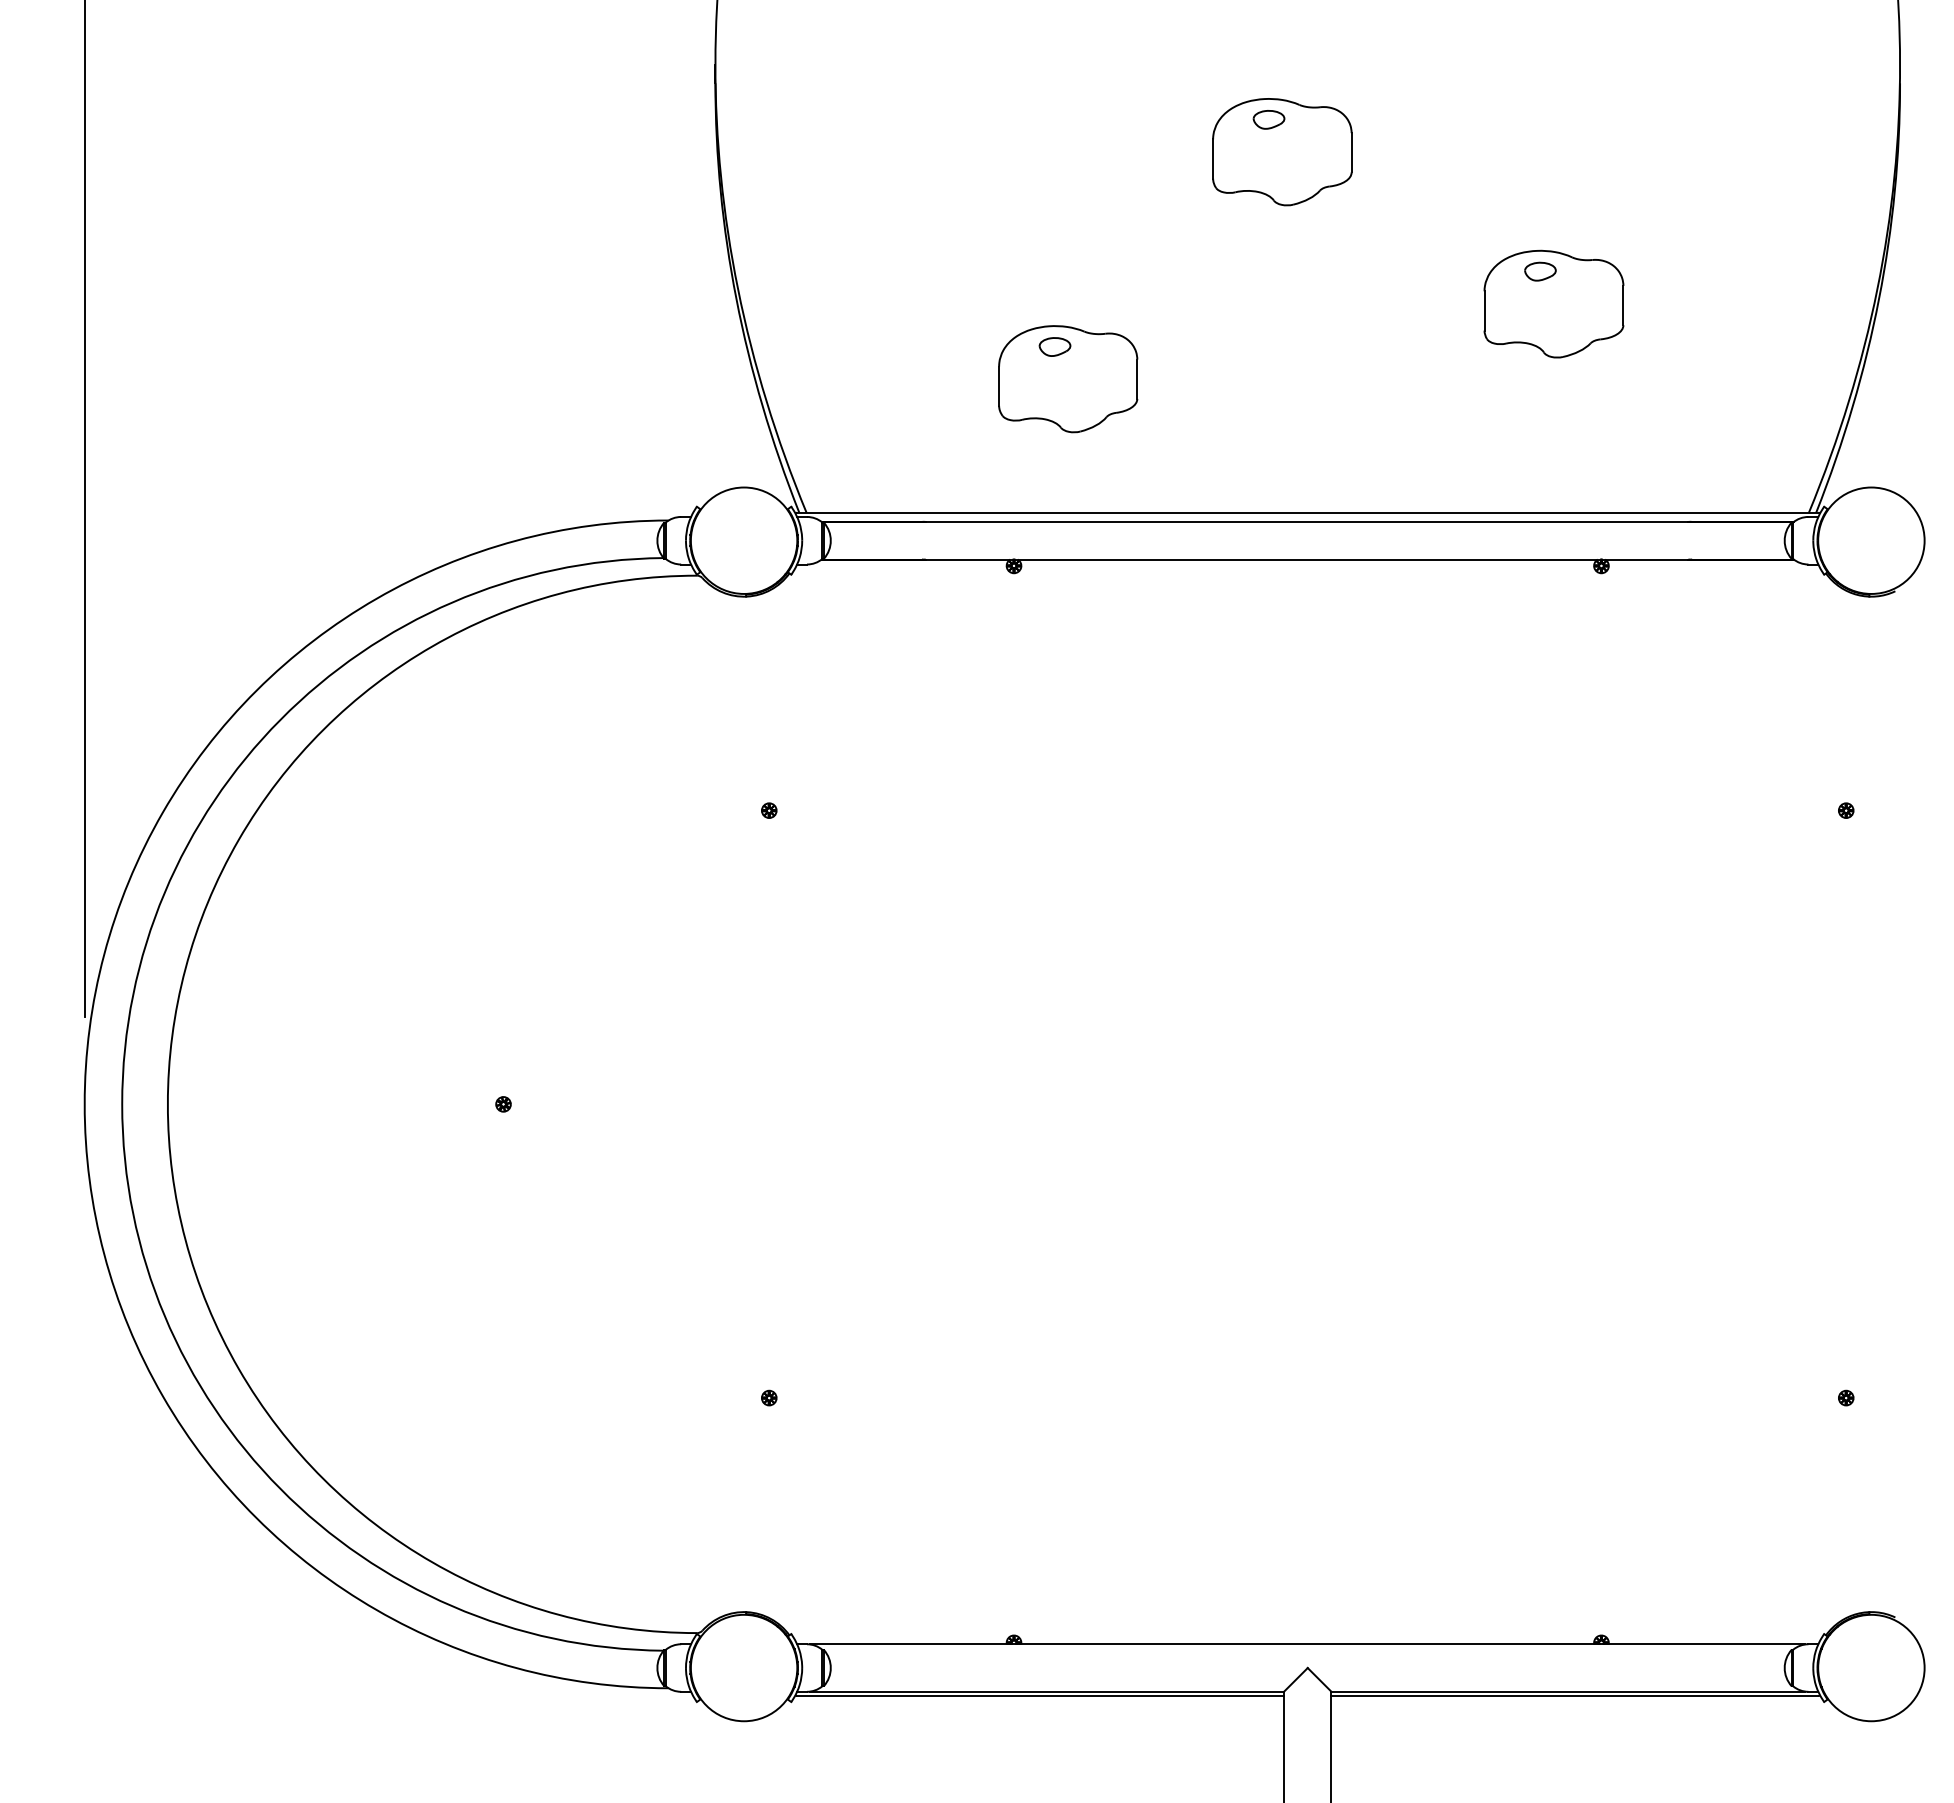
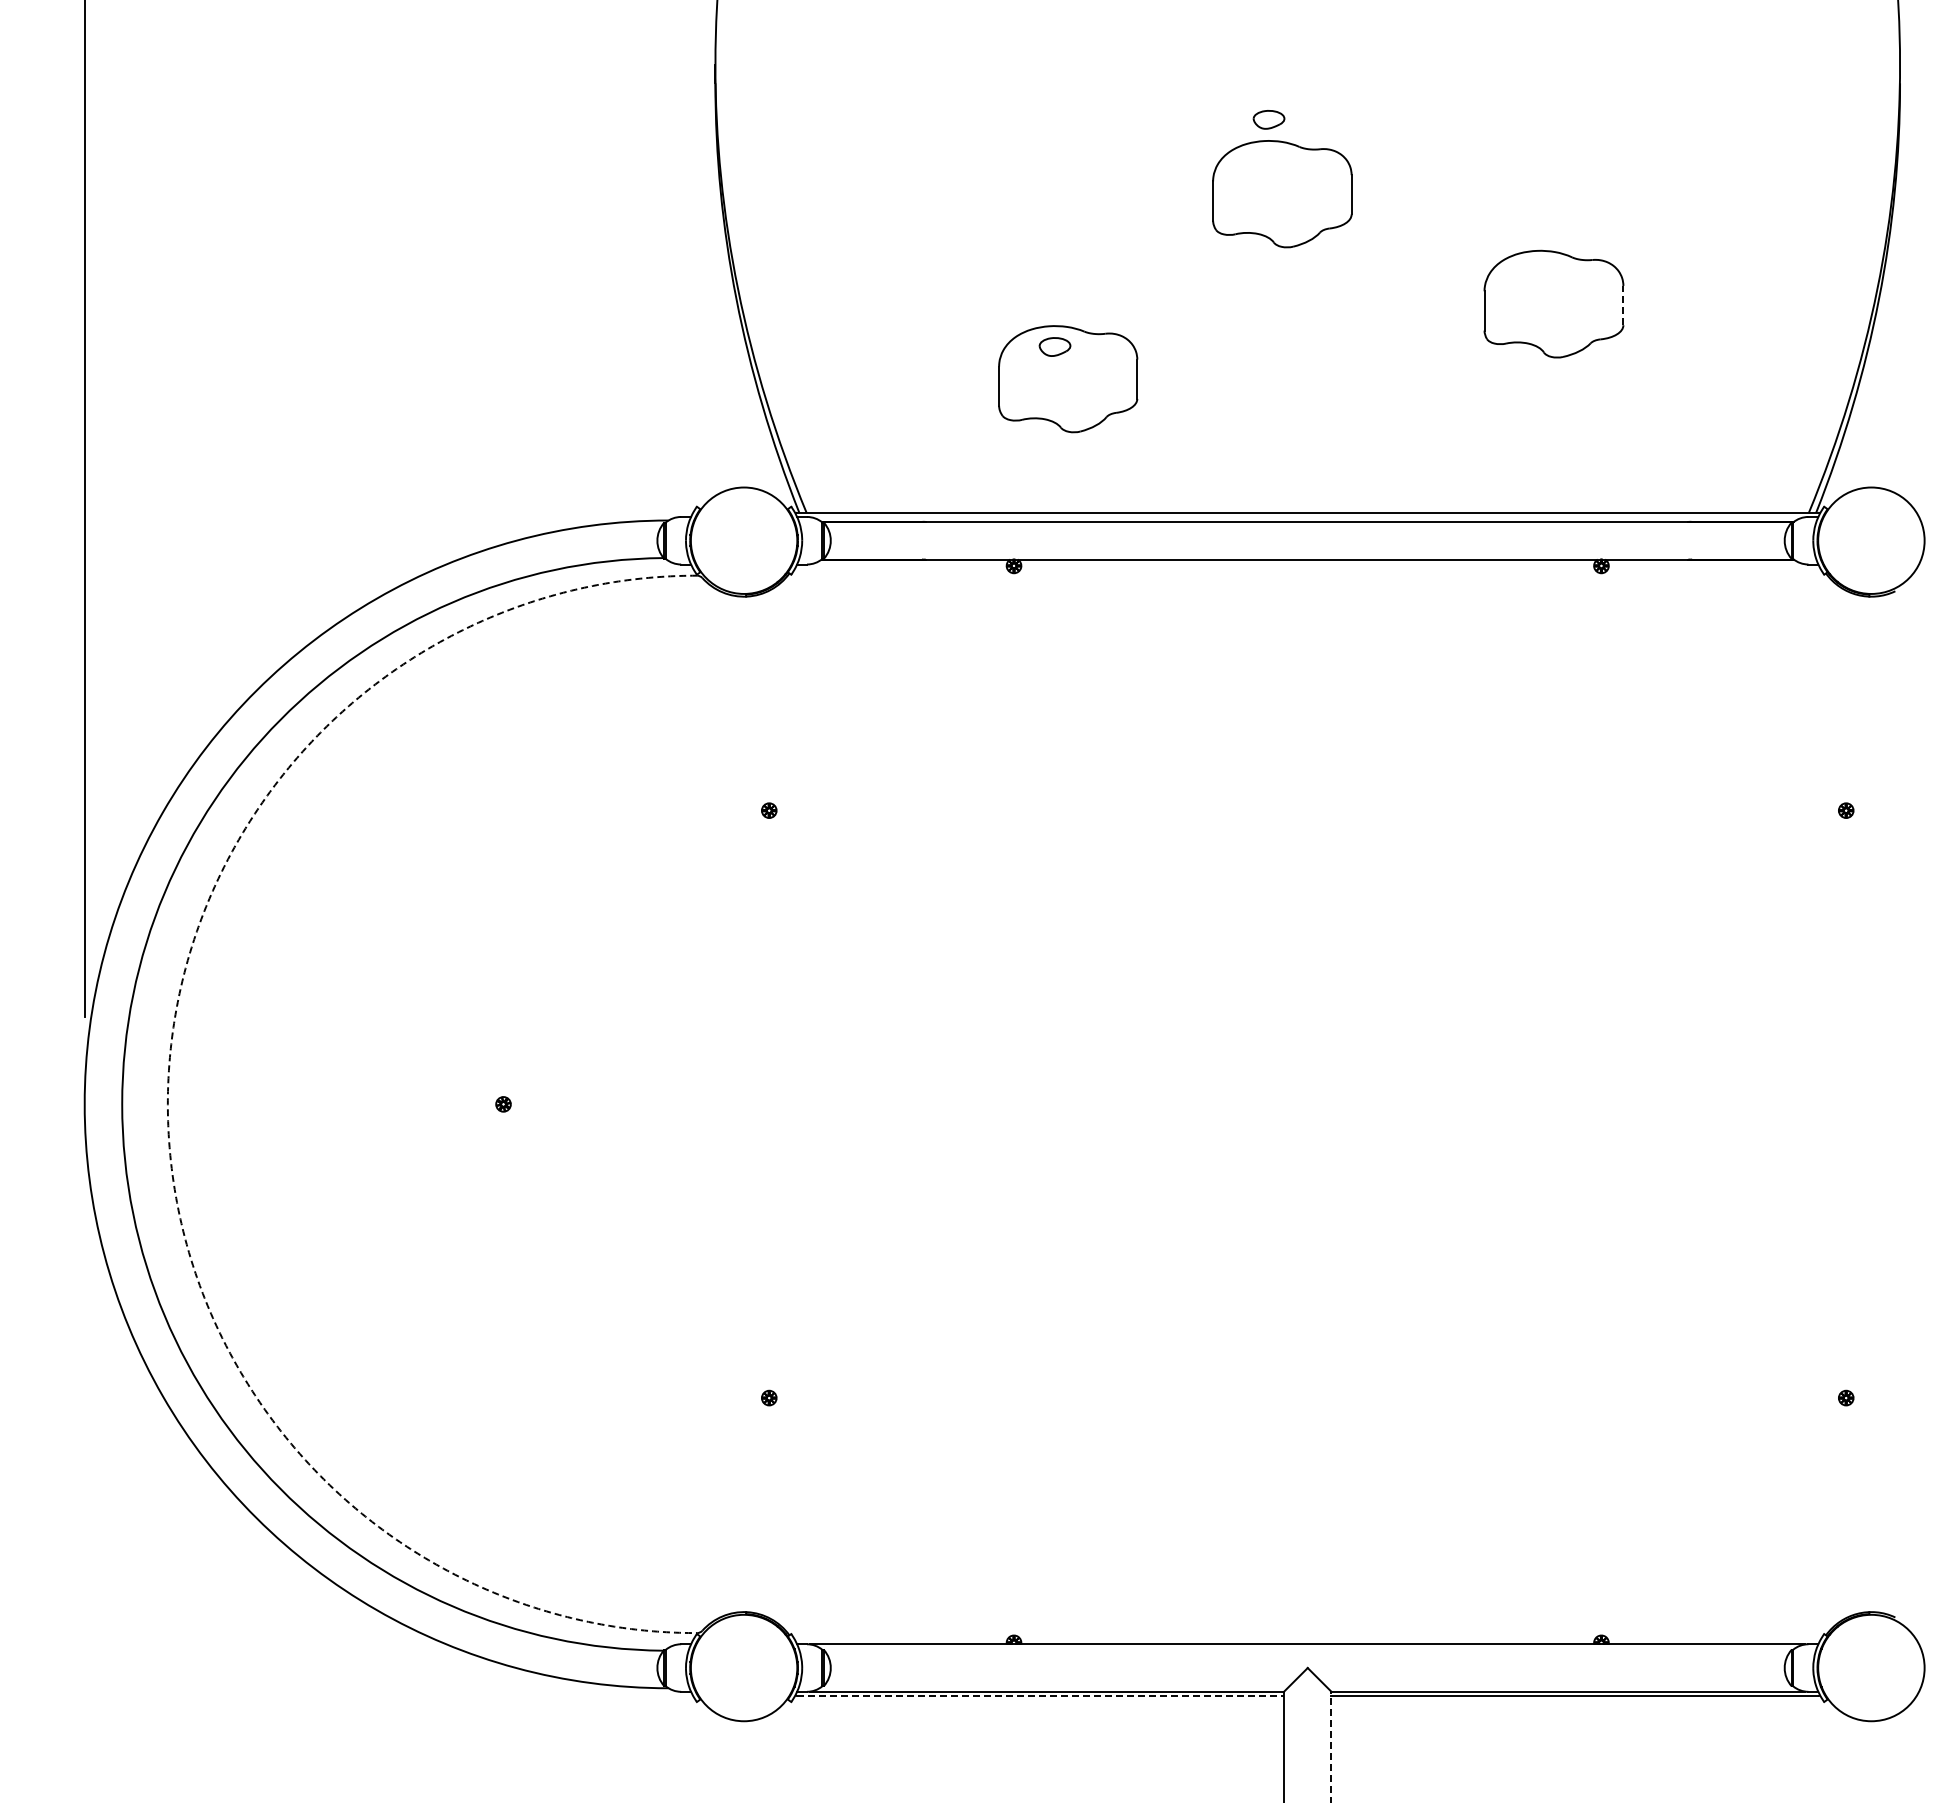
part at (1282, 152) position: (1282, 152) -> (1282, 194)
part at (1540, 271): present -> none
line at (1623, 305): solid -> dashed
arc at (167, 1104): solid -> dashed
line at (1040, 1696): solid -> dashed
line at (1331, 1746): solid -> dashed
